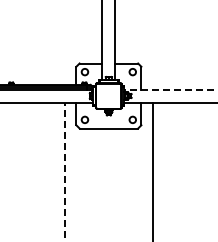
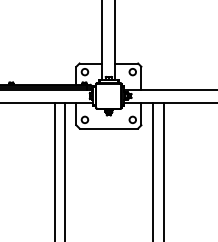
line at (170, 89): dashed -> solid
line at (54, 170): none -> present
line at (163, 170): none -> present
line at (65, 171): dashed -> solid
